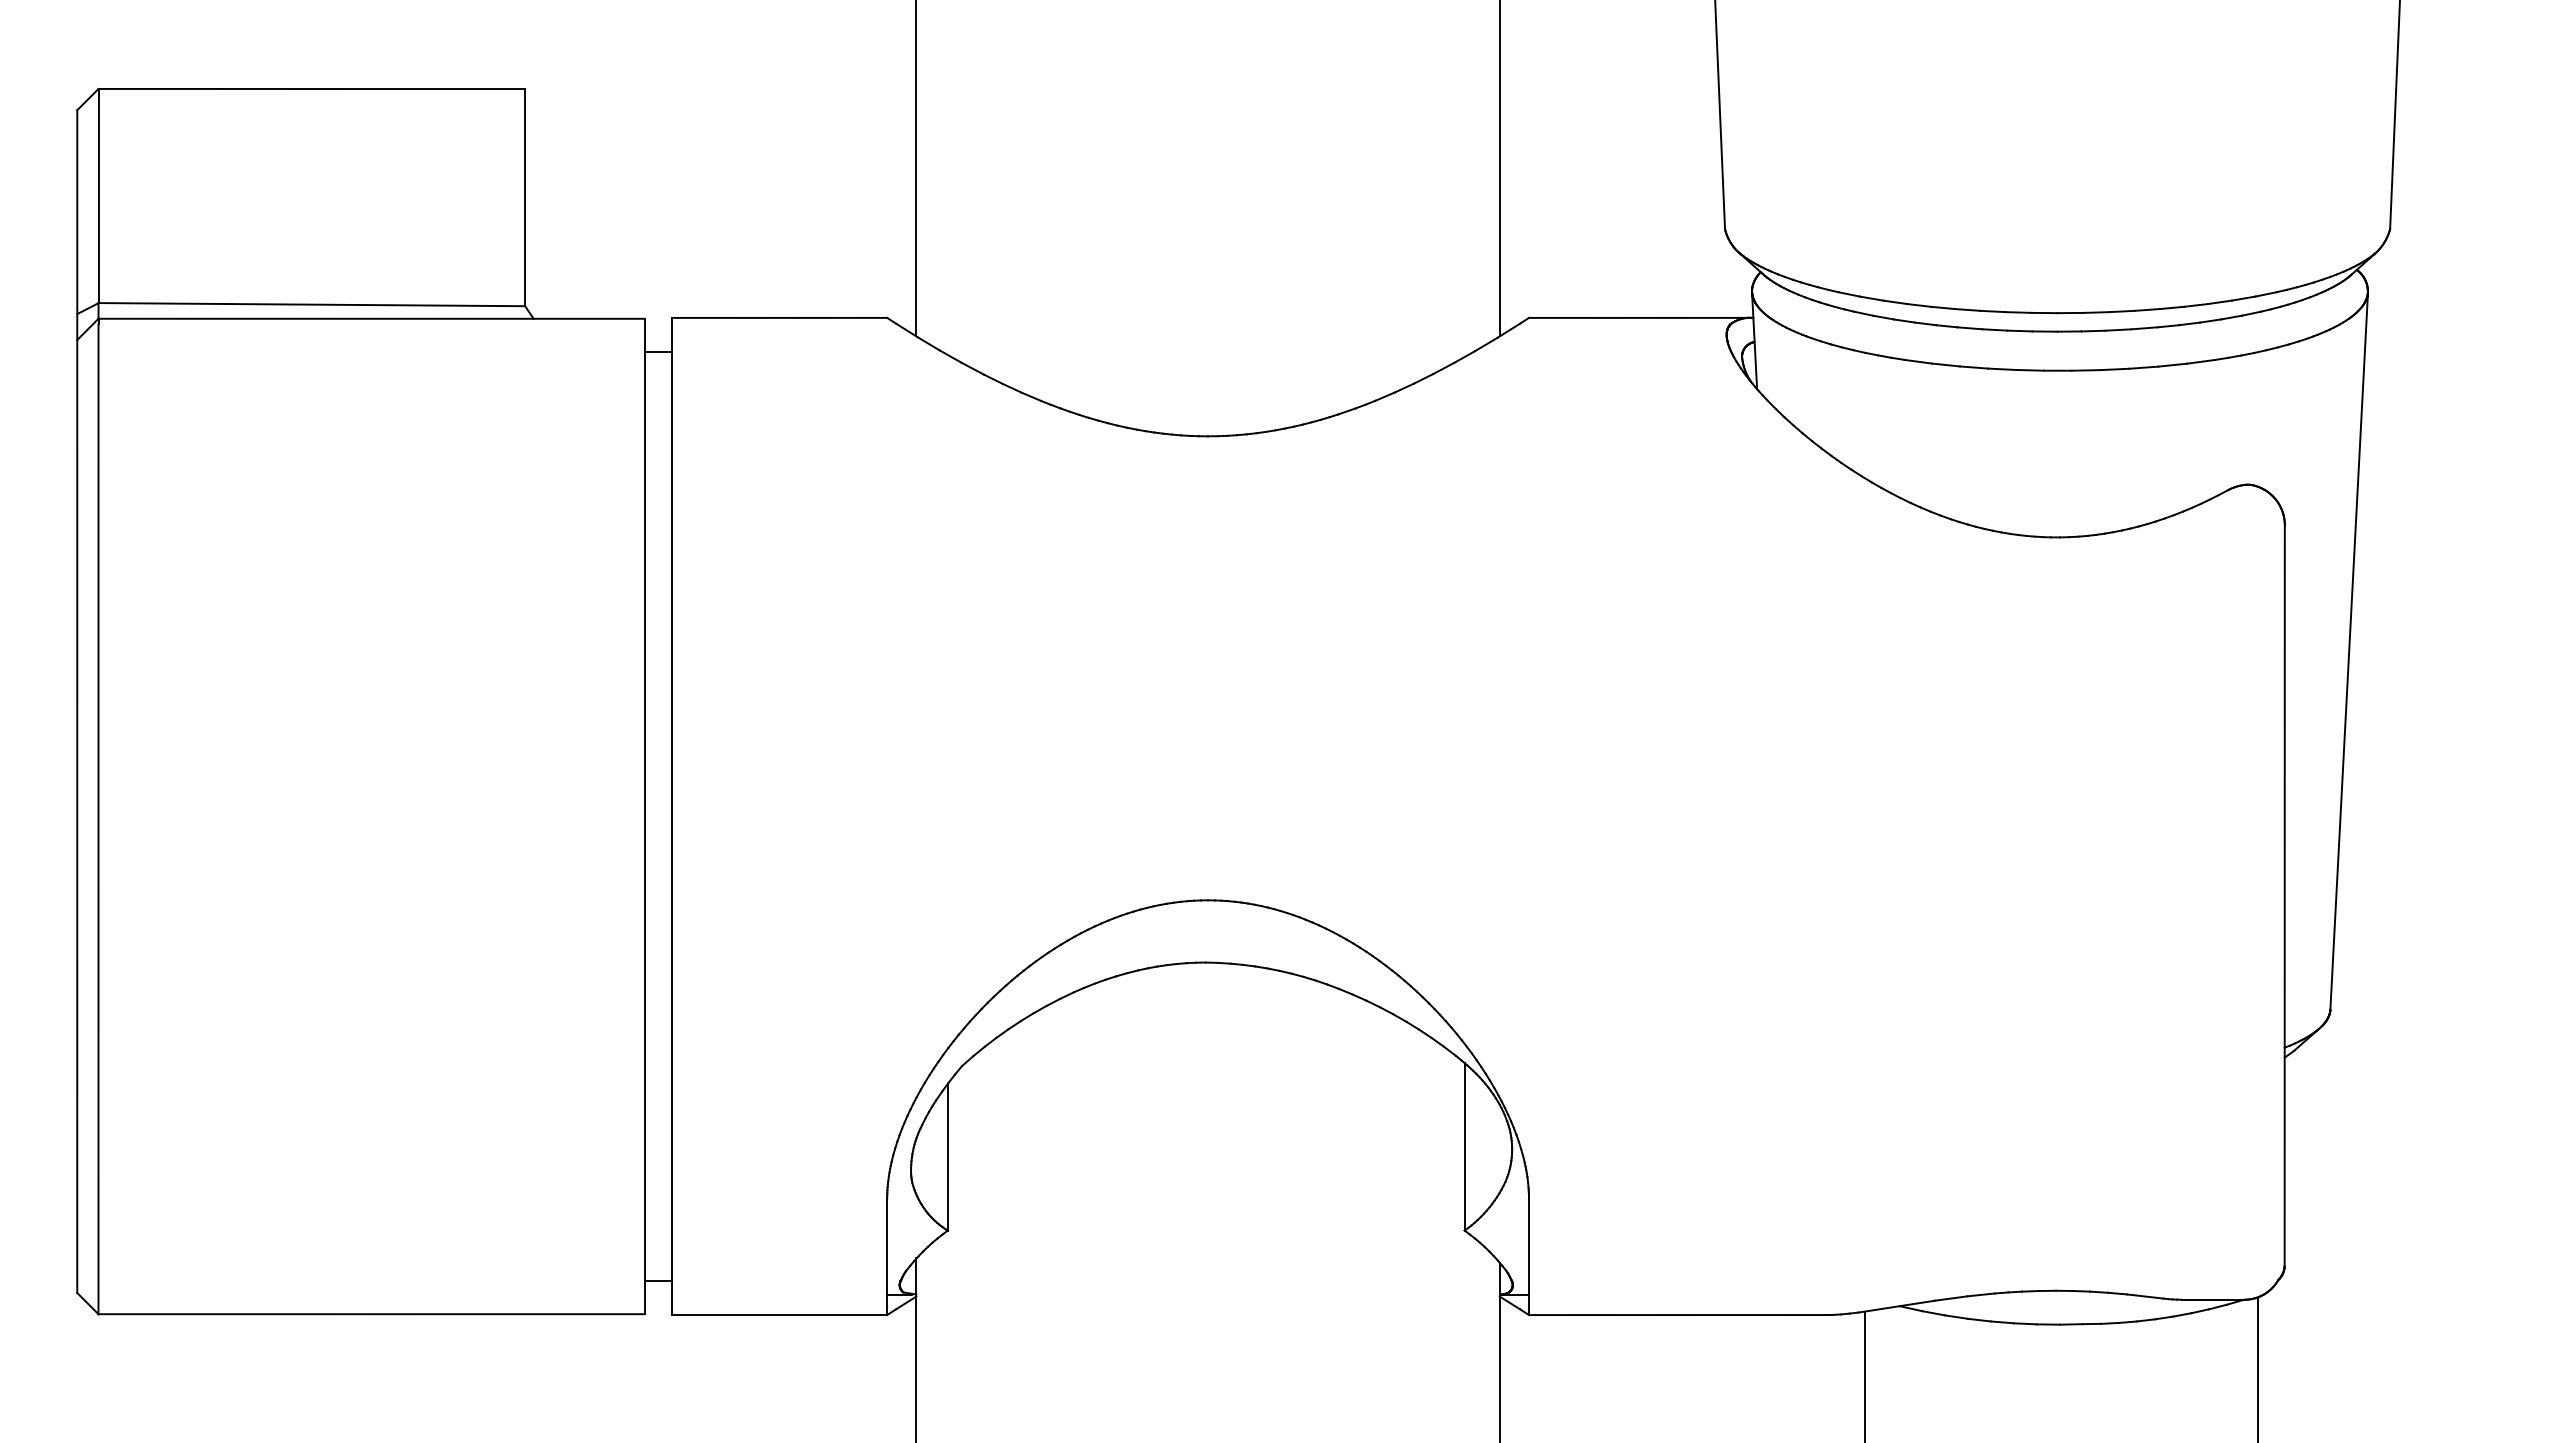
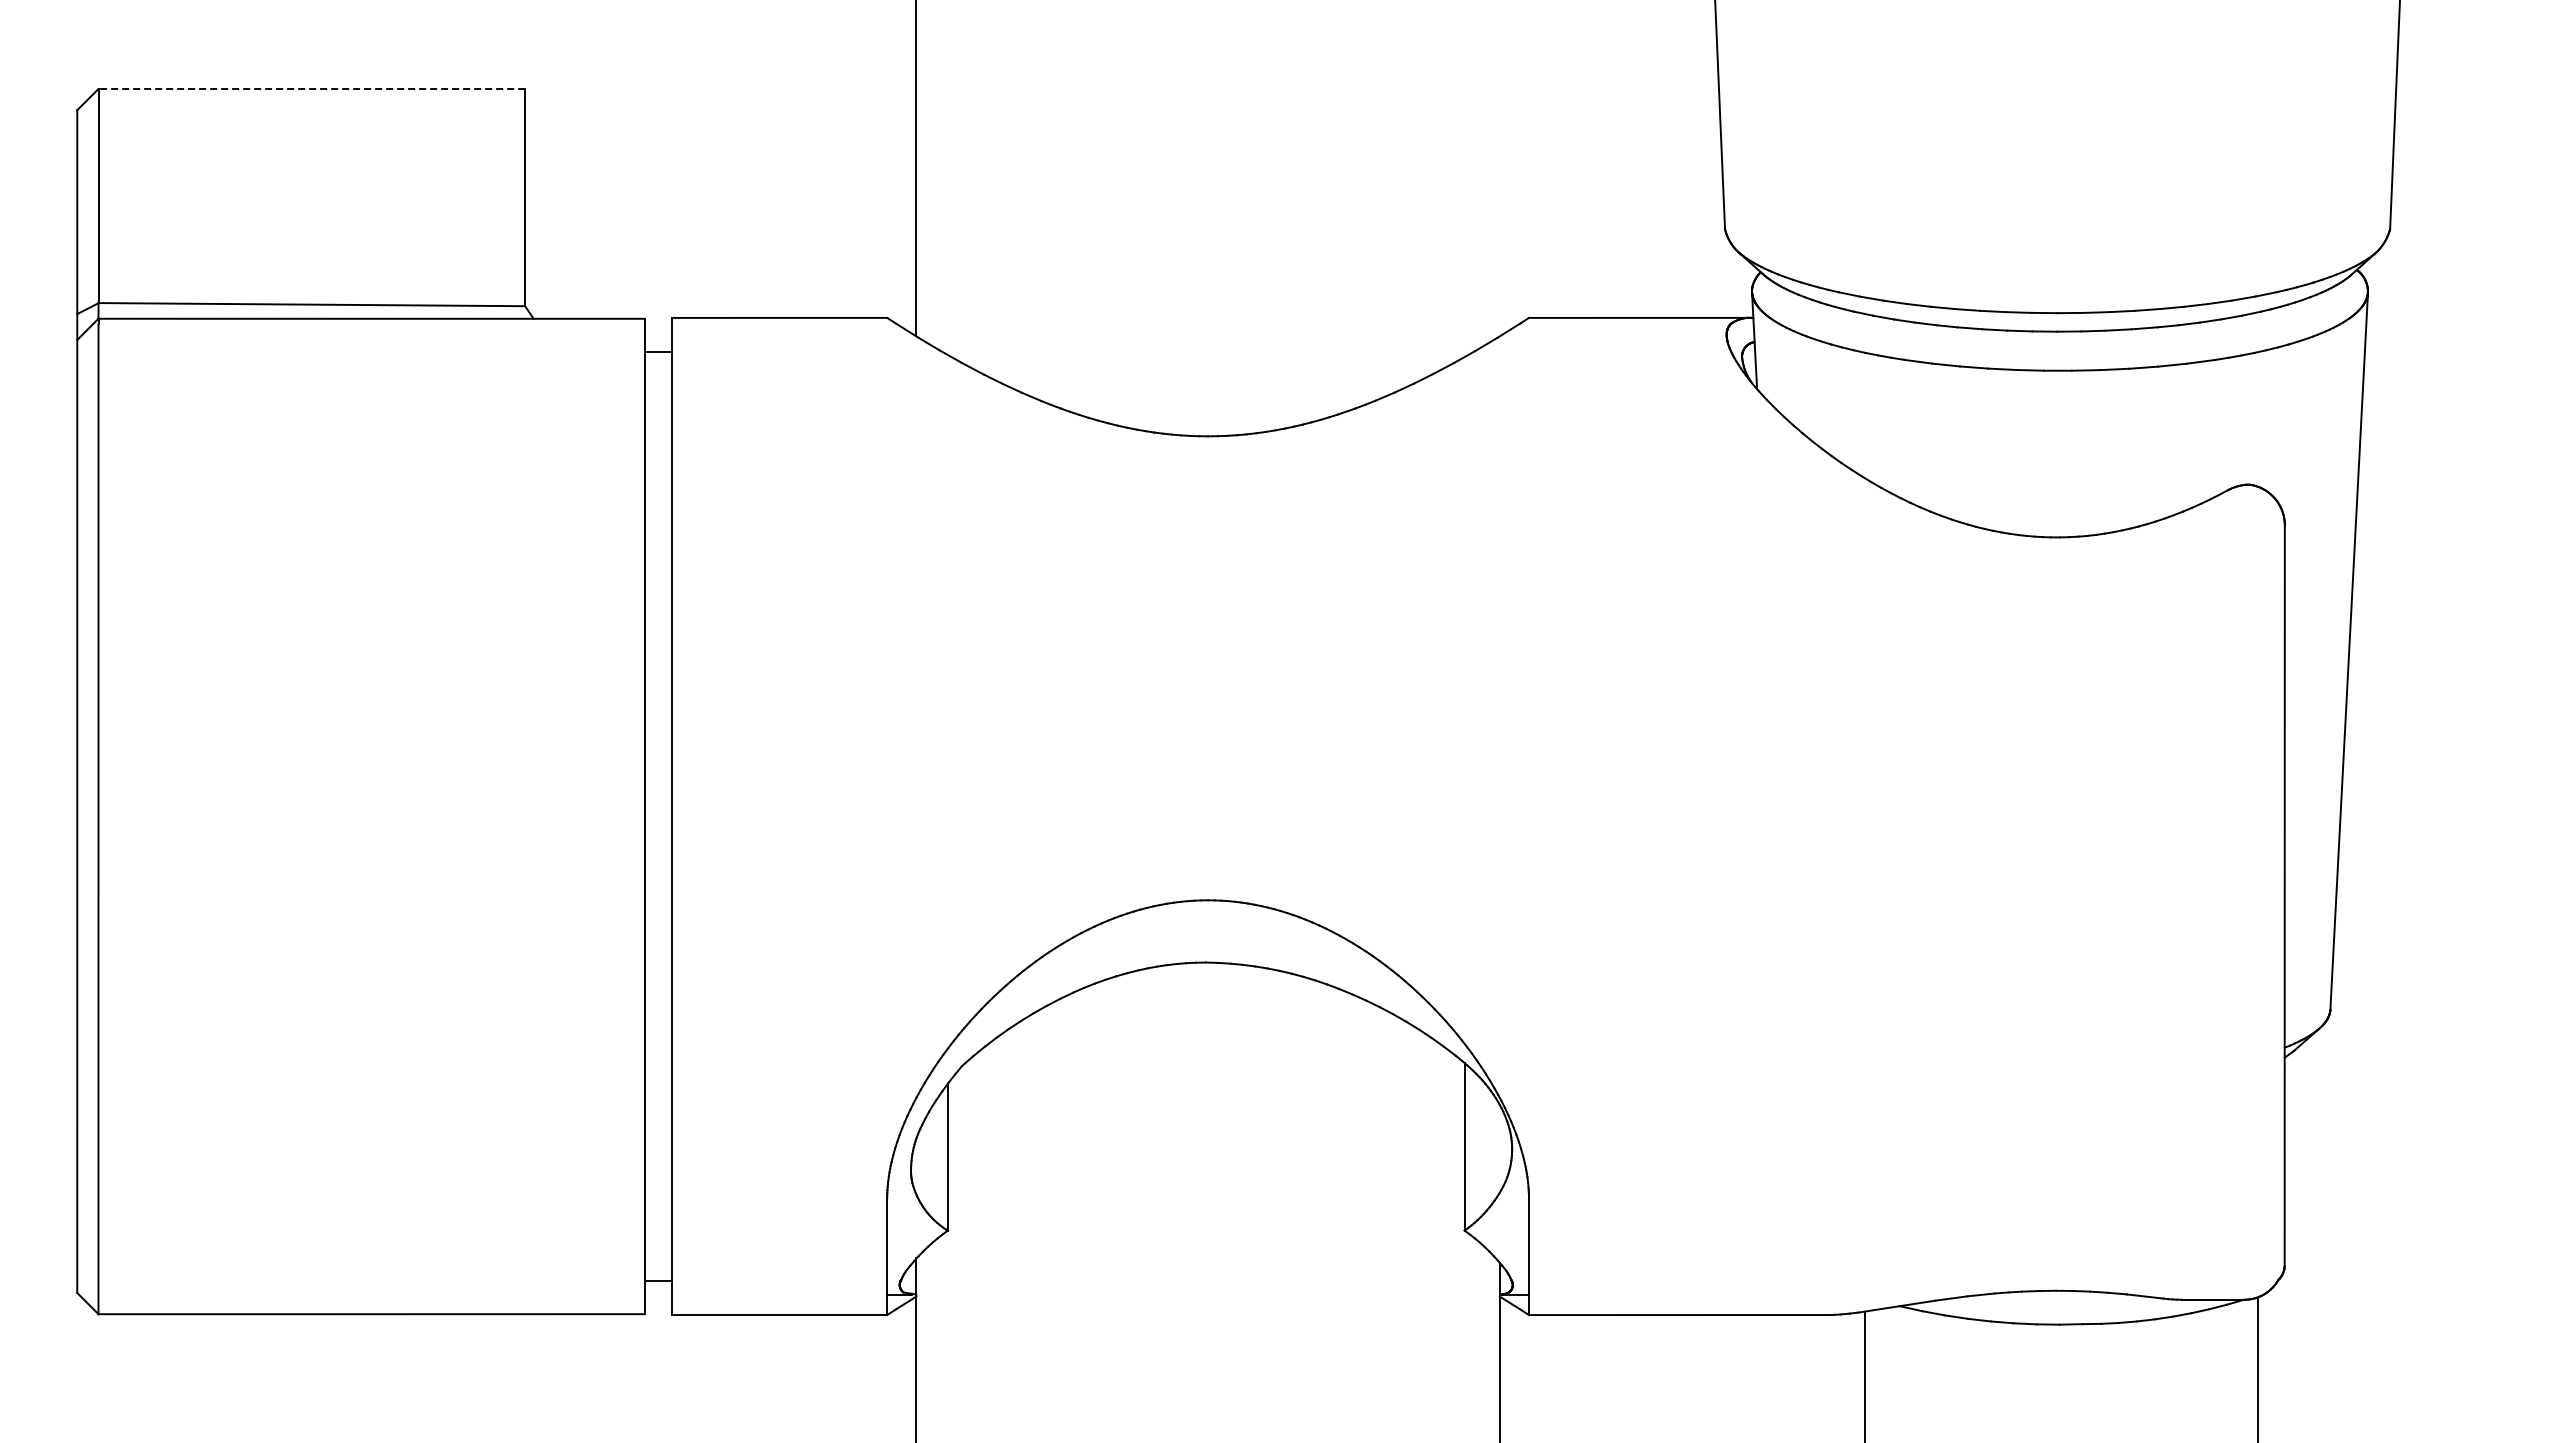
line at (311, 88): solid -> dashed
line at (1499, 169): present -> none
